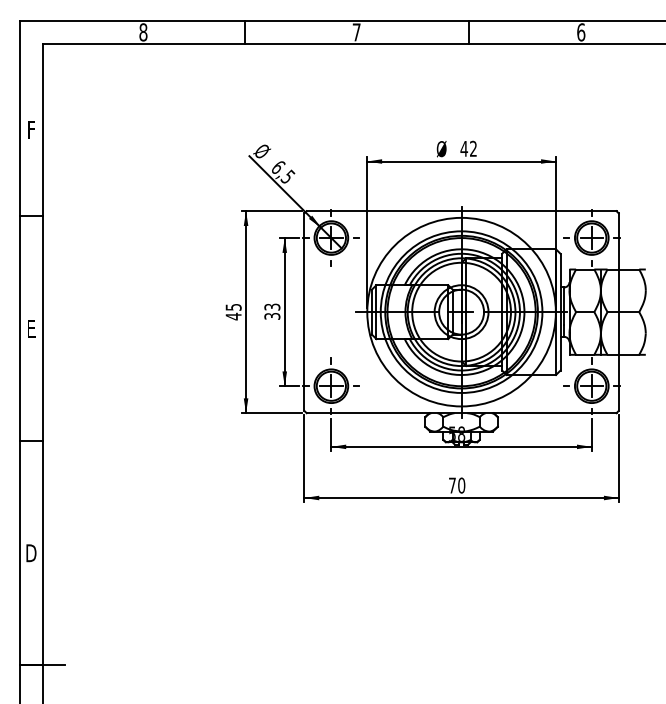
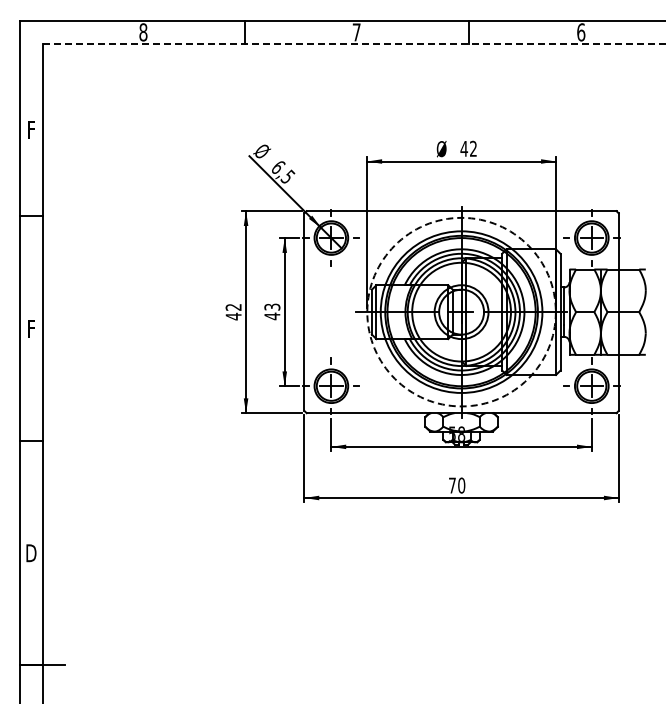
line at (354, 43): solid -> dashed
text at (233, 307): 45 -> 42
circle at (461, 311): solid -> dashed
text at (272, 316): 33 -> 43
text at (32, 329): E -> F
